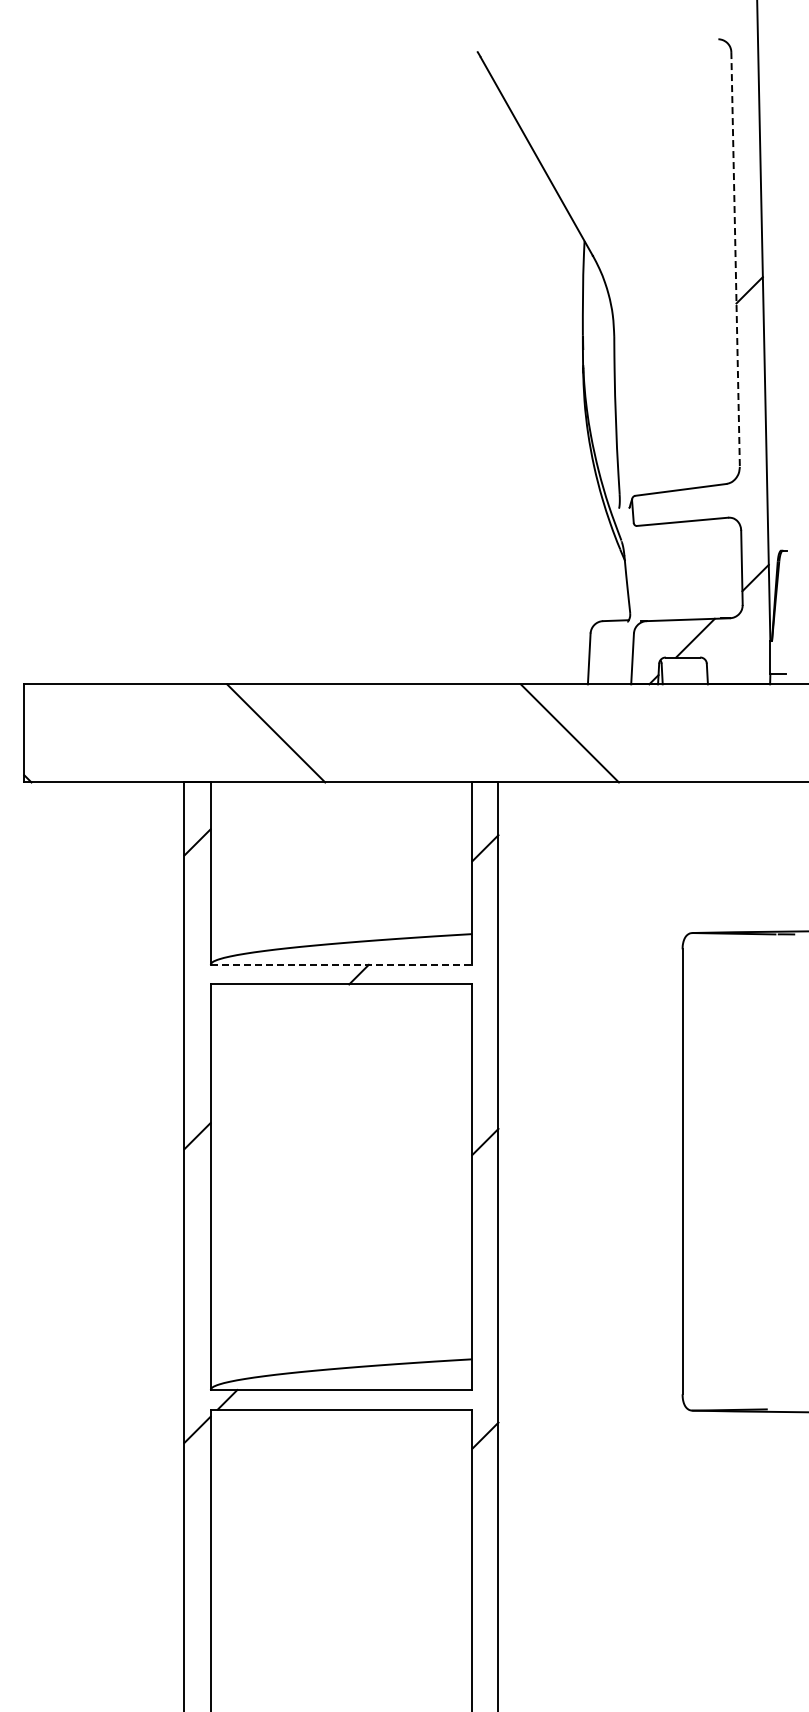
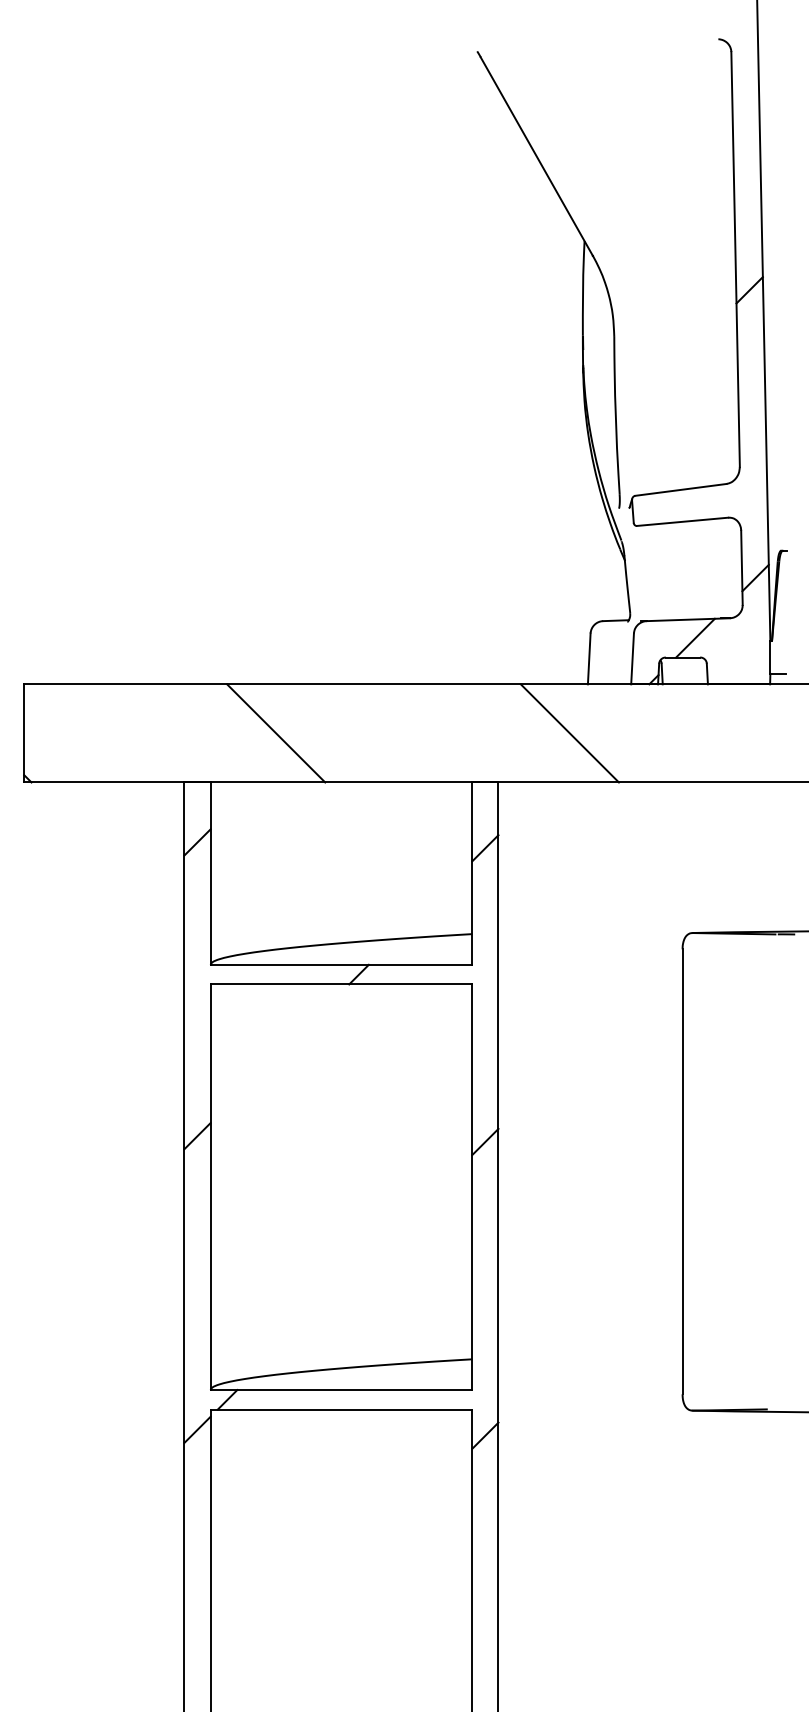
line at (735, 259): dashed -> solid
line at (341, 964): dashed -> solid
